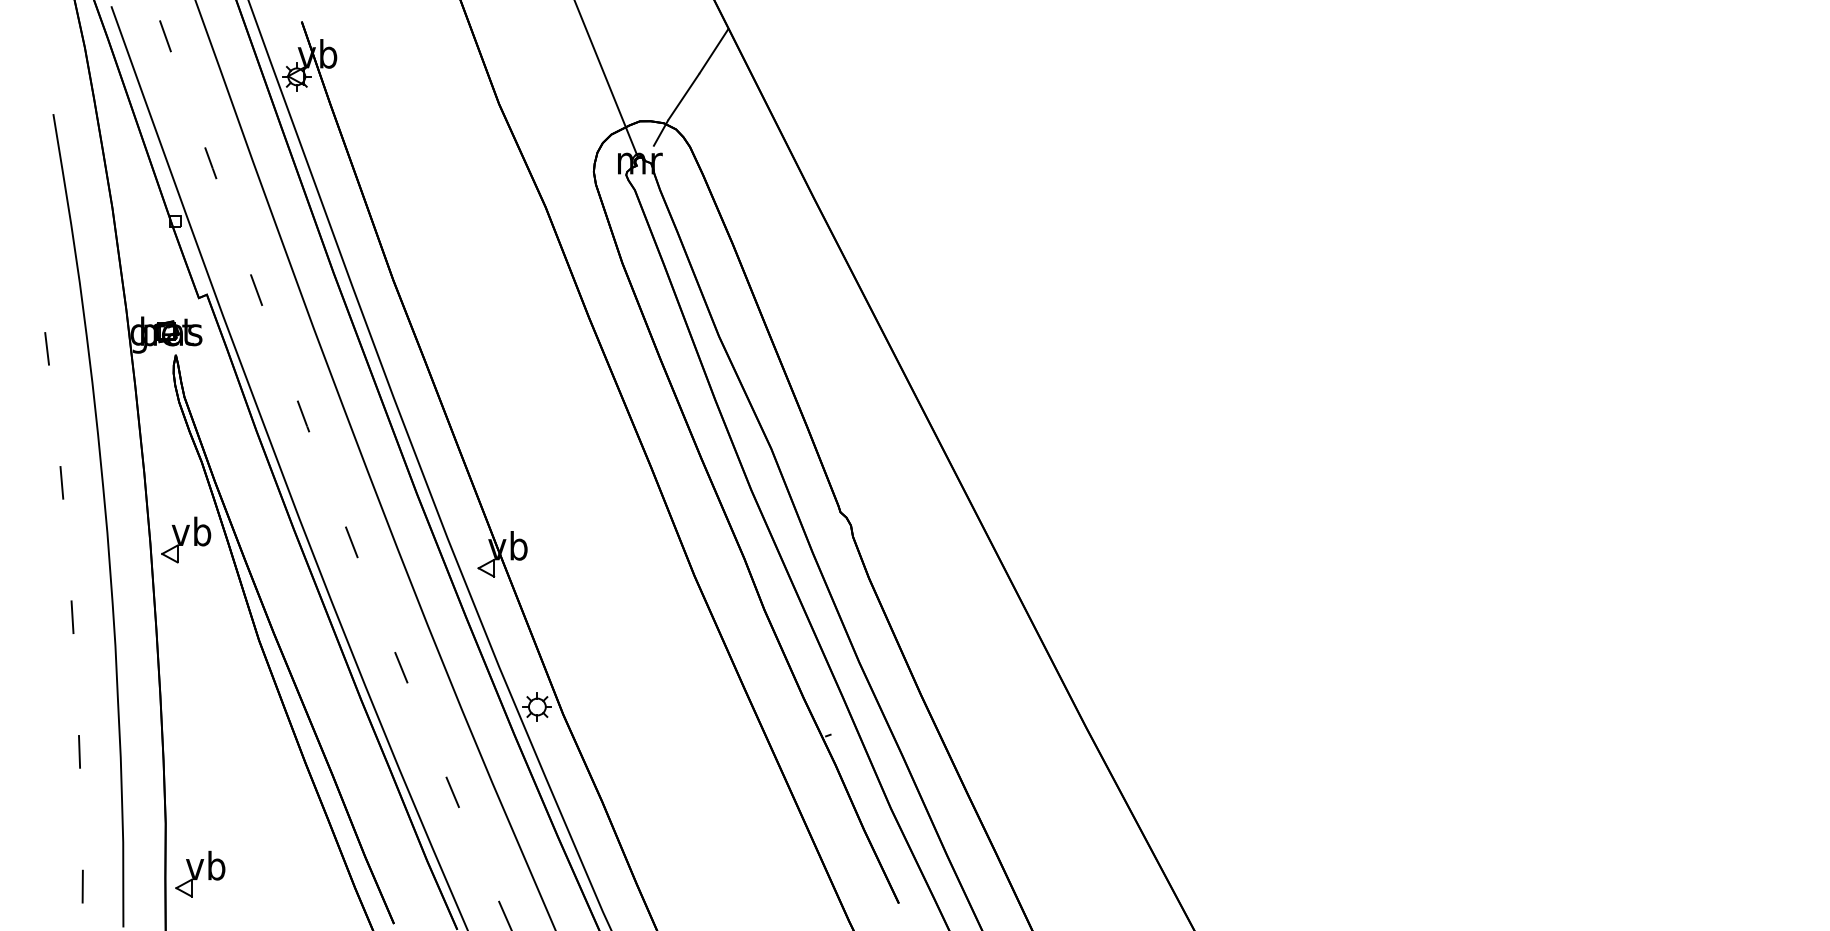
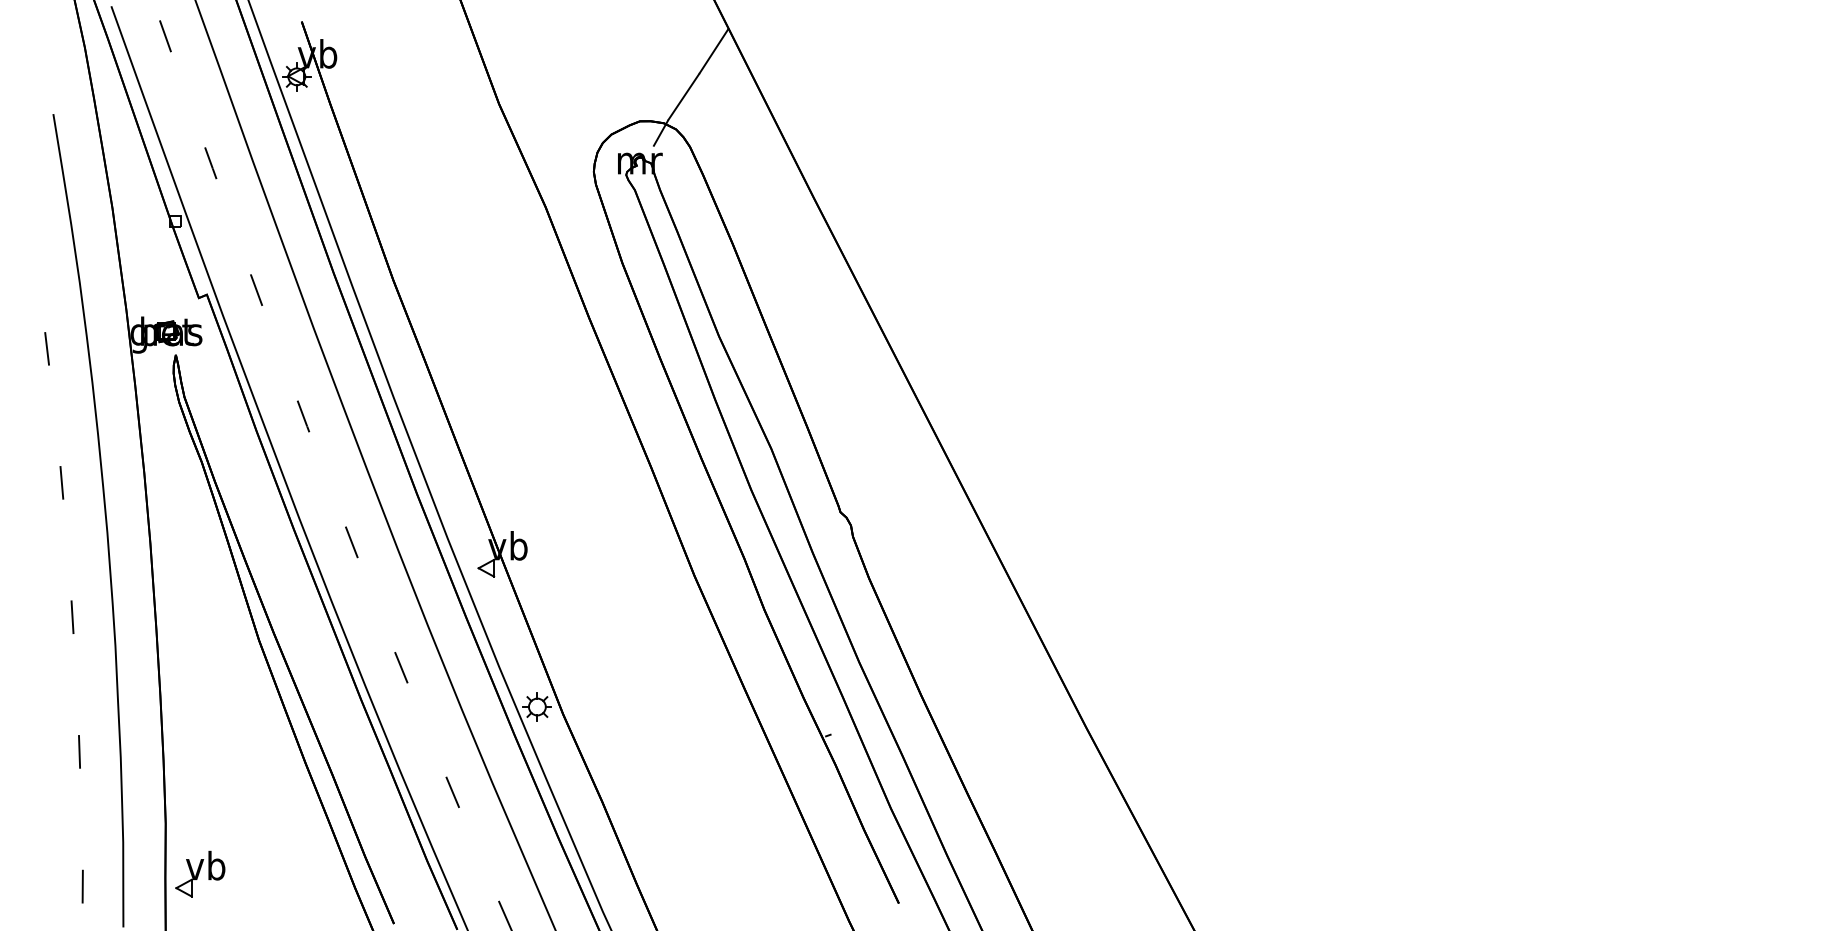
line at (606, 80): present -> none
part at (186, 539): present -> none
